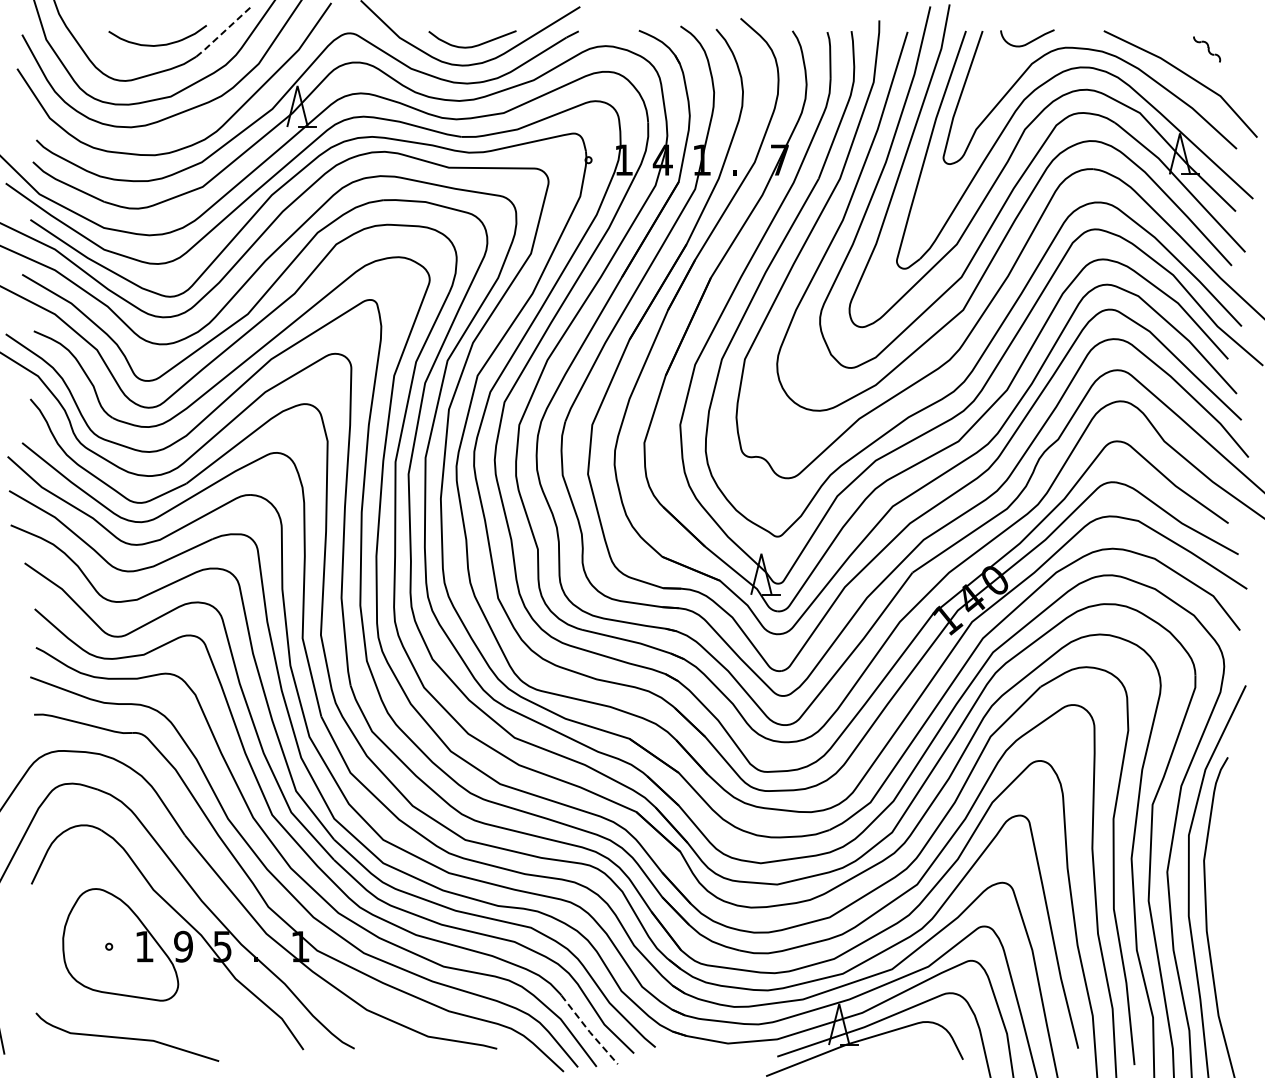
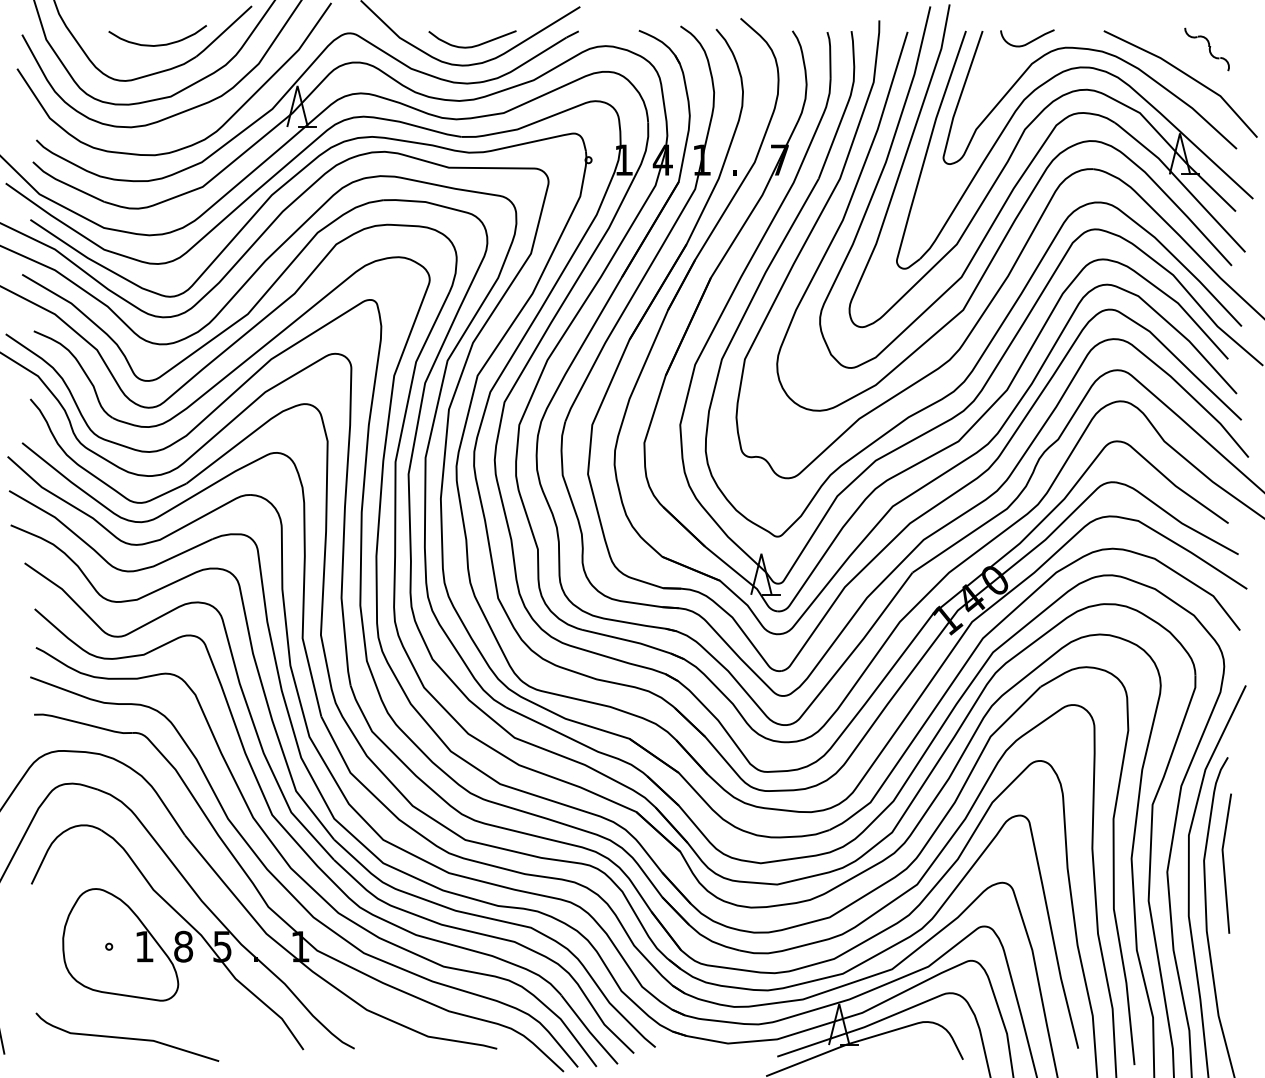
line at (224, 31): dashed -> solid
part at (1207, 49) size: 29x27 px -> 46x45 px
line at (1224, 863): none -> present
text at (183, 946): 9 -> 8
line at (589, 1031): dashed -> solid
